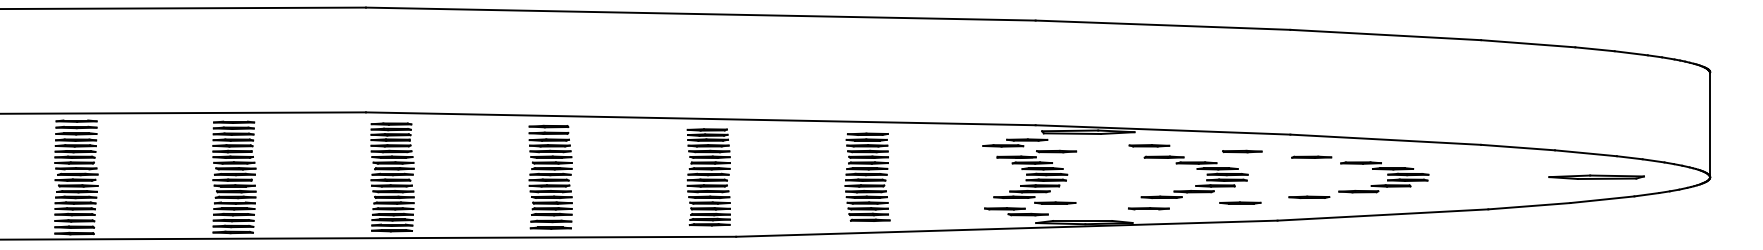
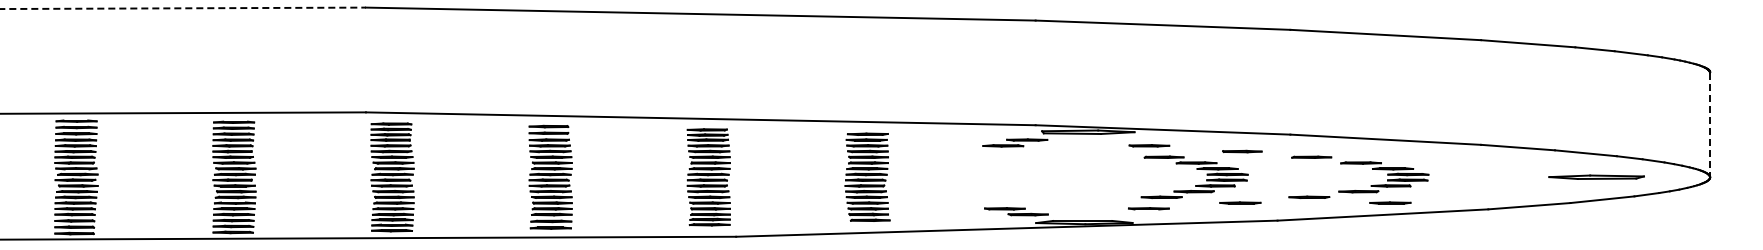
line at (183, 8): solid -> dashed
line at (1710, 125): solid -> dashed
part at (1035, 176): present -> none
line at (1390, 202): none -> present
